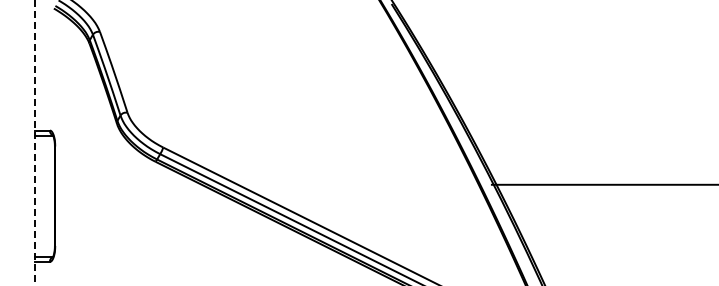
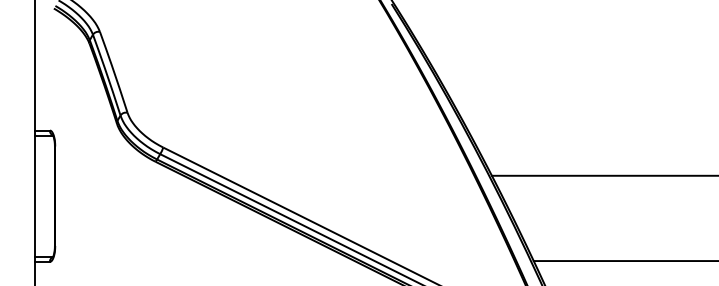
line at (35, 142): dashed -> solid
line at (603, 184) position: (603, 184) -> (603, 175)
line at (624, 261): none -> present
